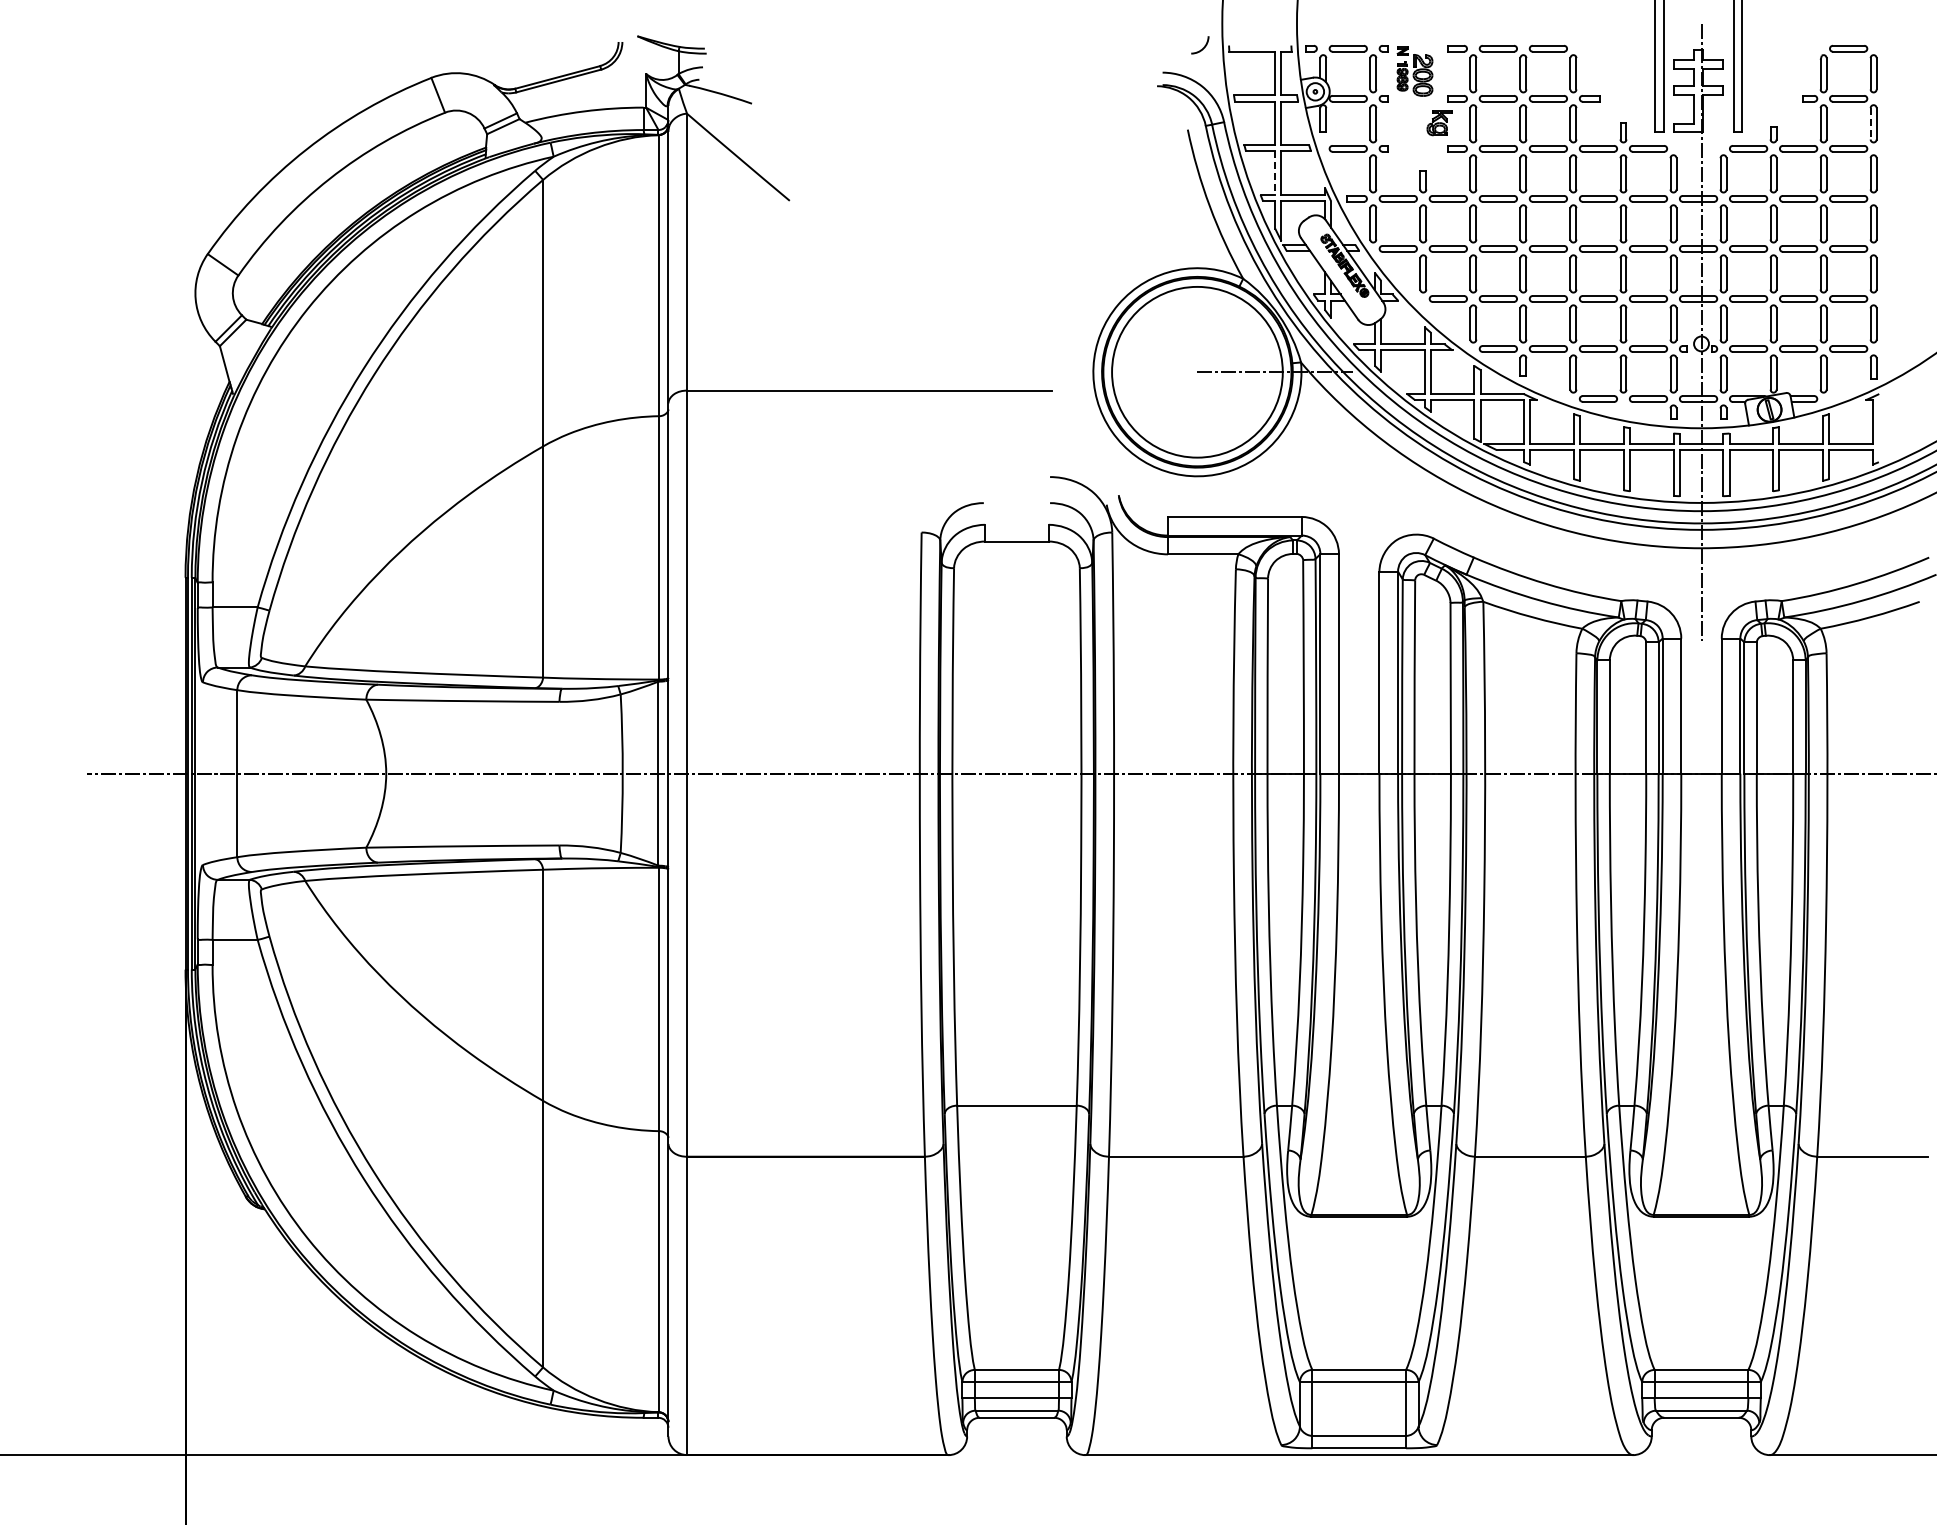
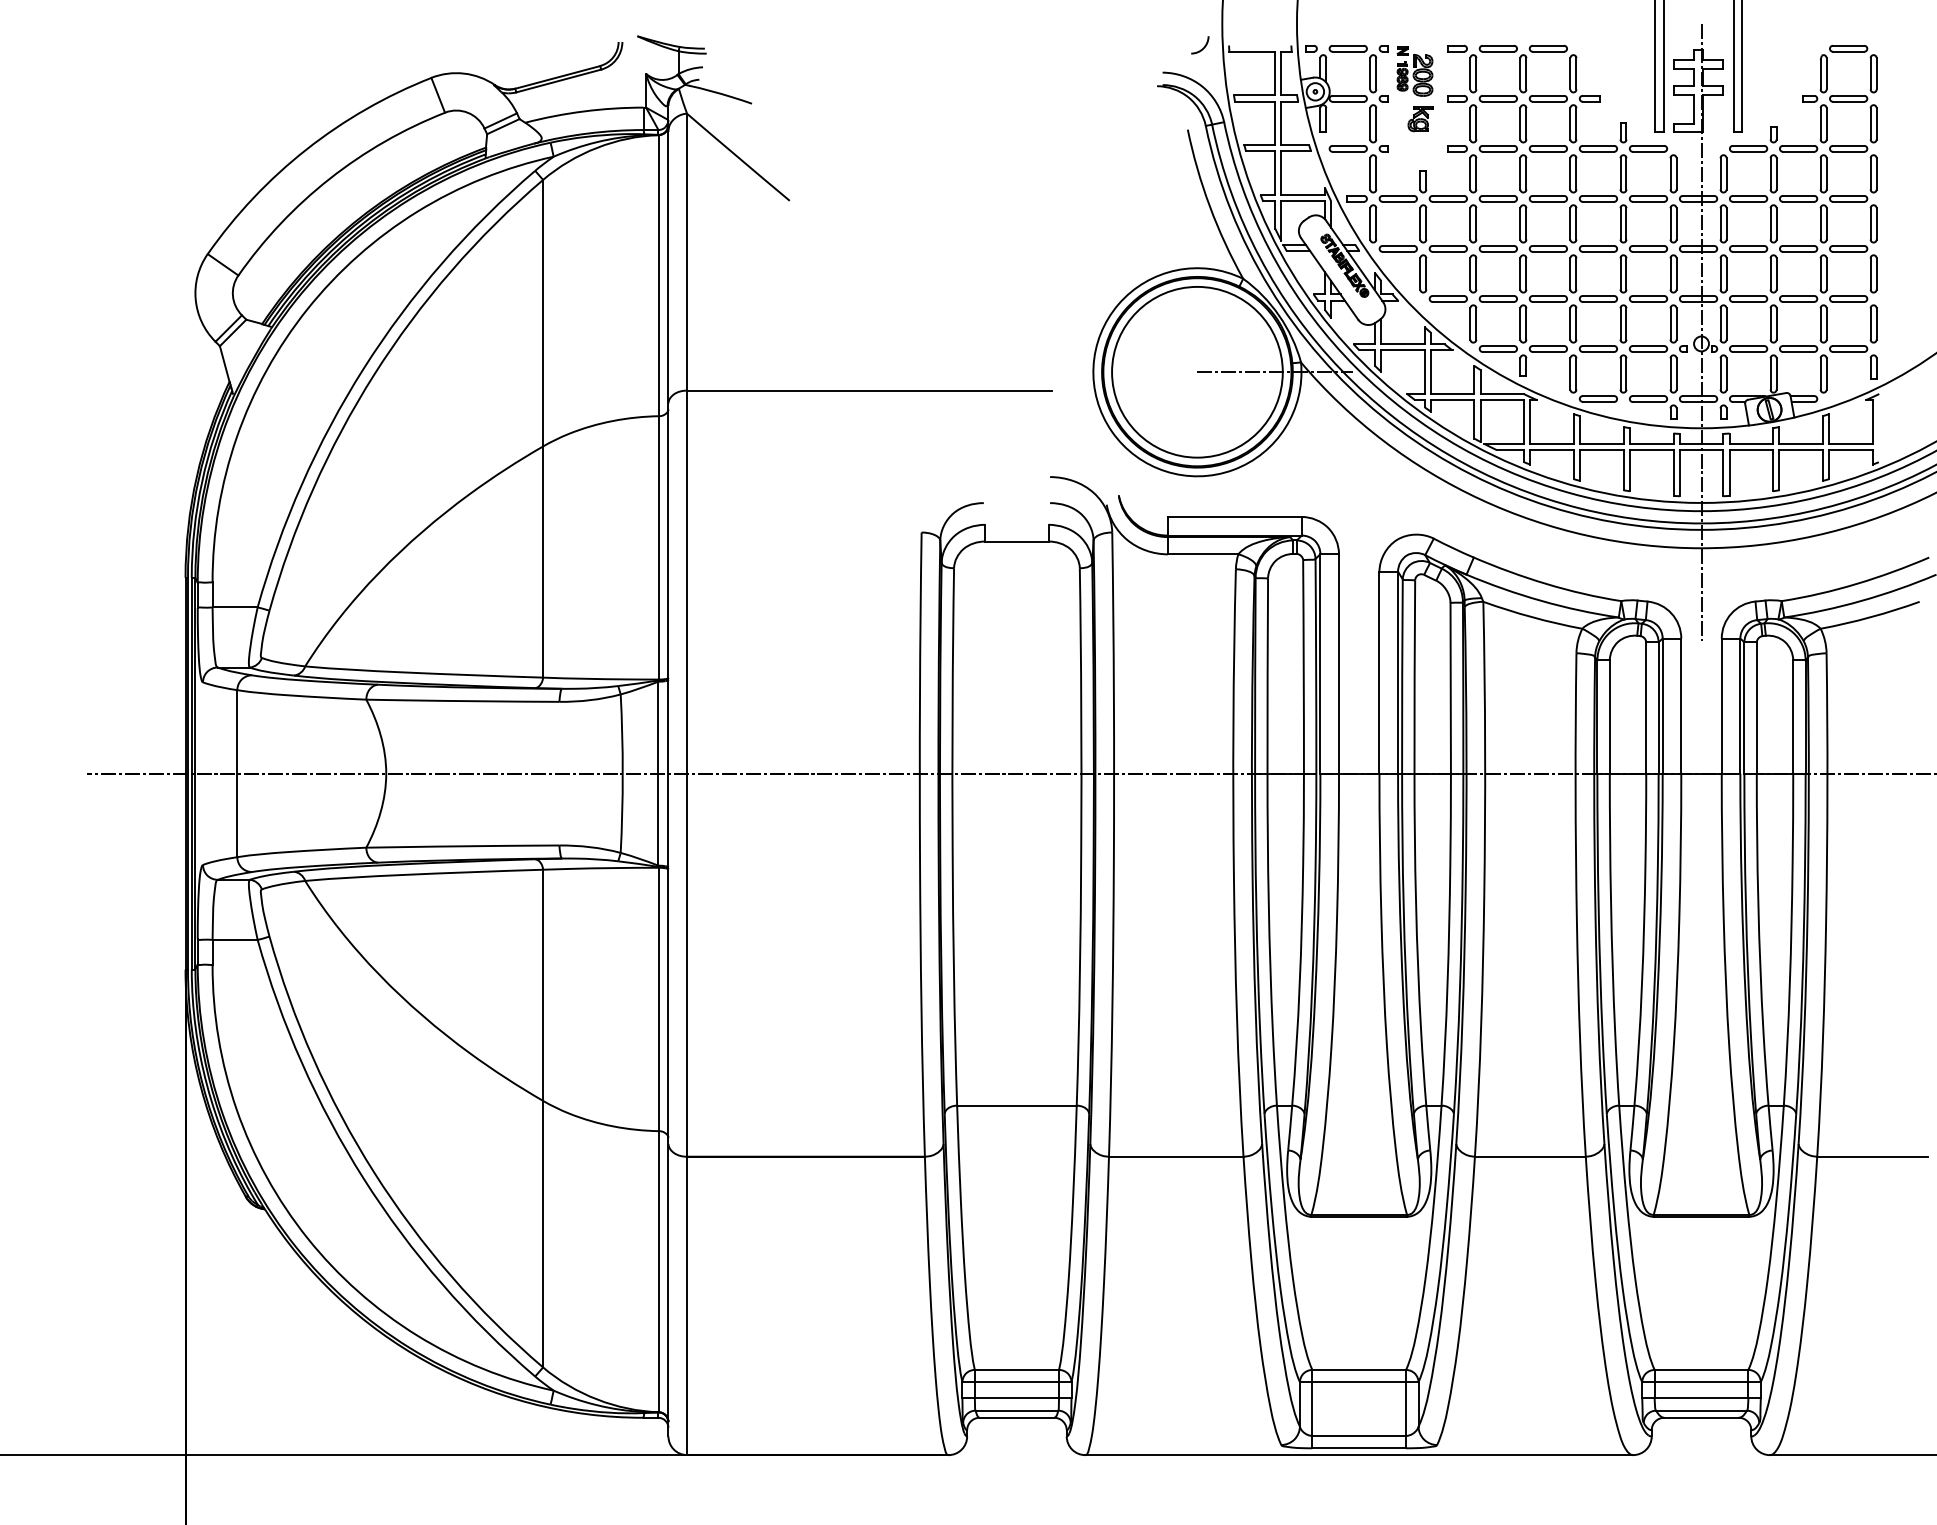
part at (1439, 123) position: (1439, 123) -> (1420, 119)
line at (1870, 123): dashed -> solid
line at (1275, 173): dashed -> solid
